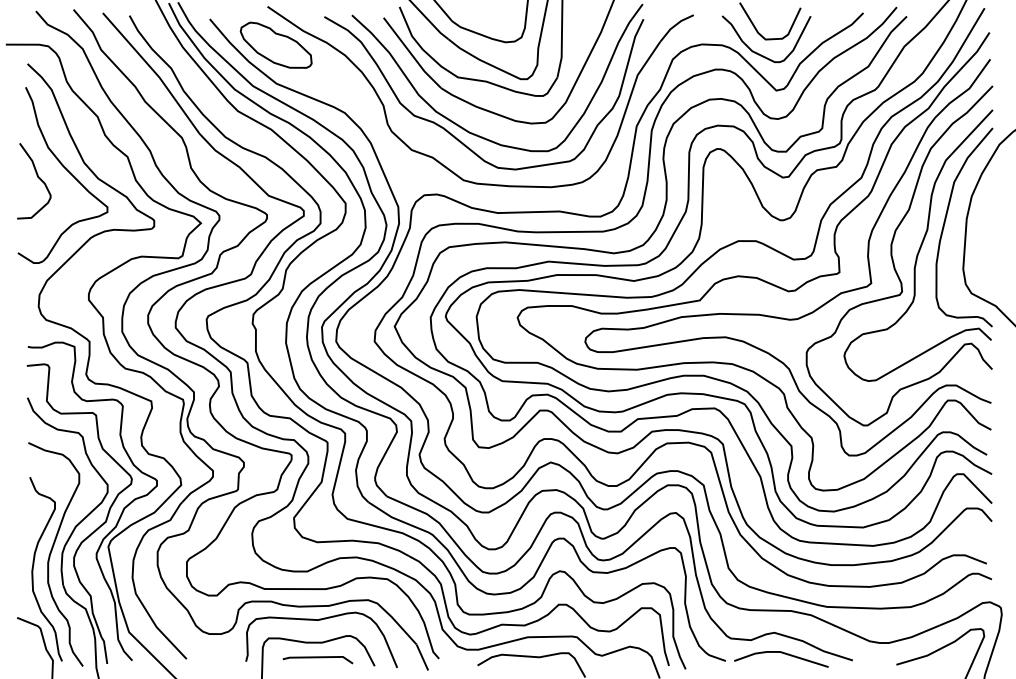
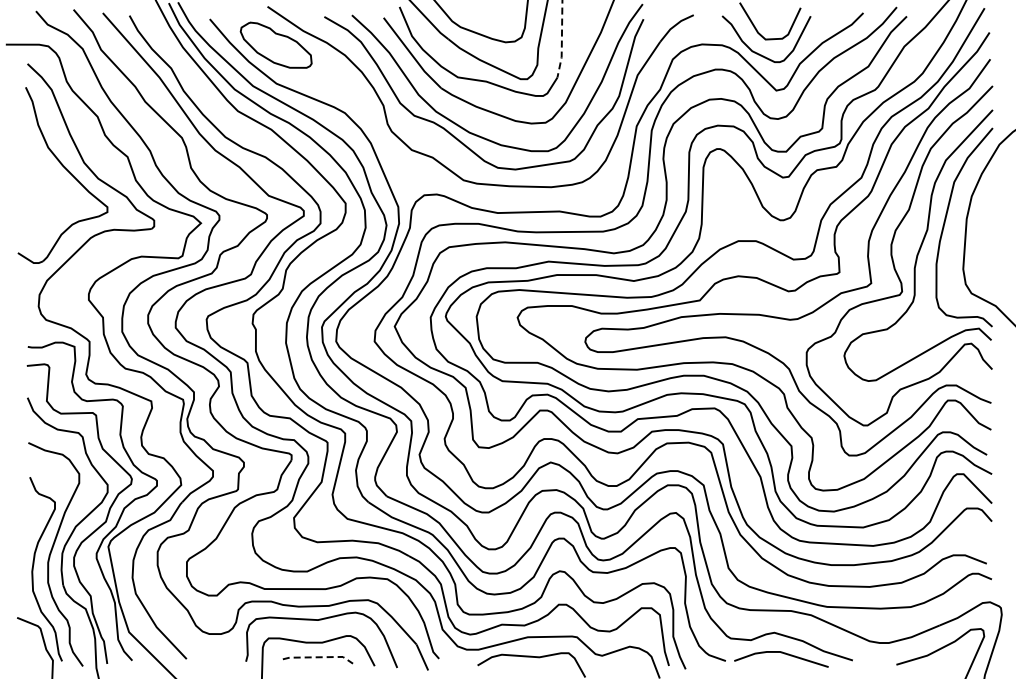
line at (561, 40): solid -> dashed
curve at (37, 177): present -> none
line at (319, 657): solid -> dashed
